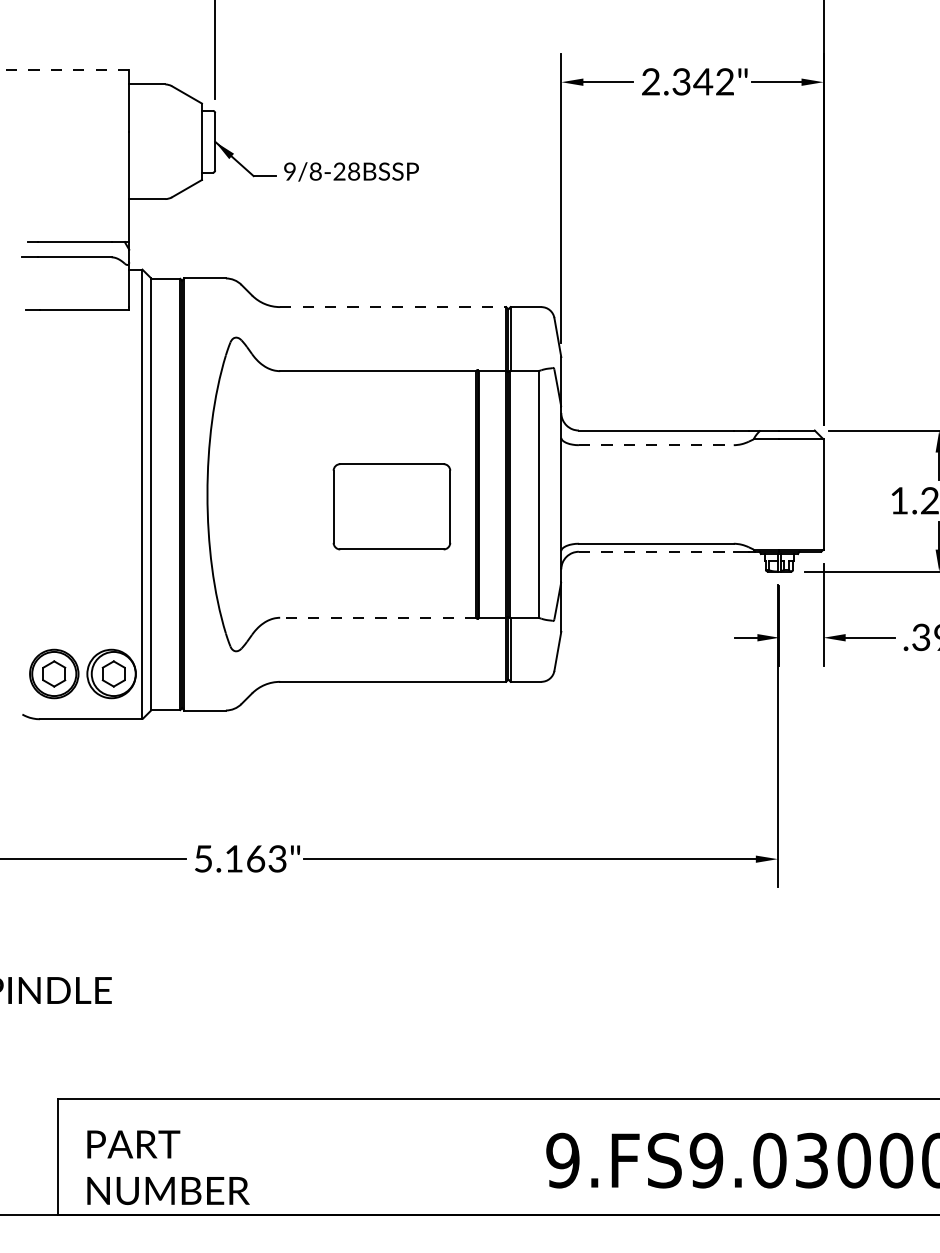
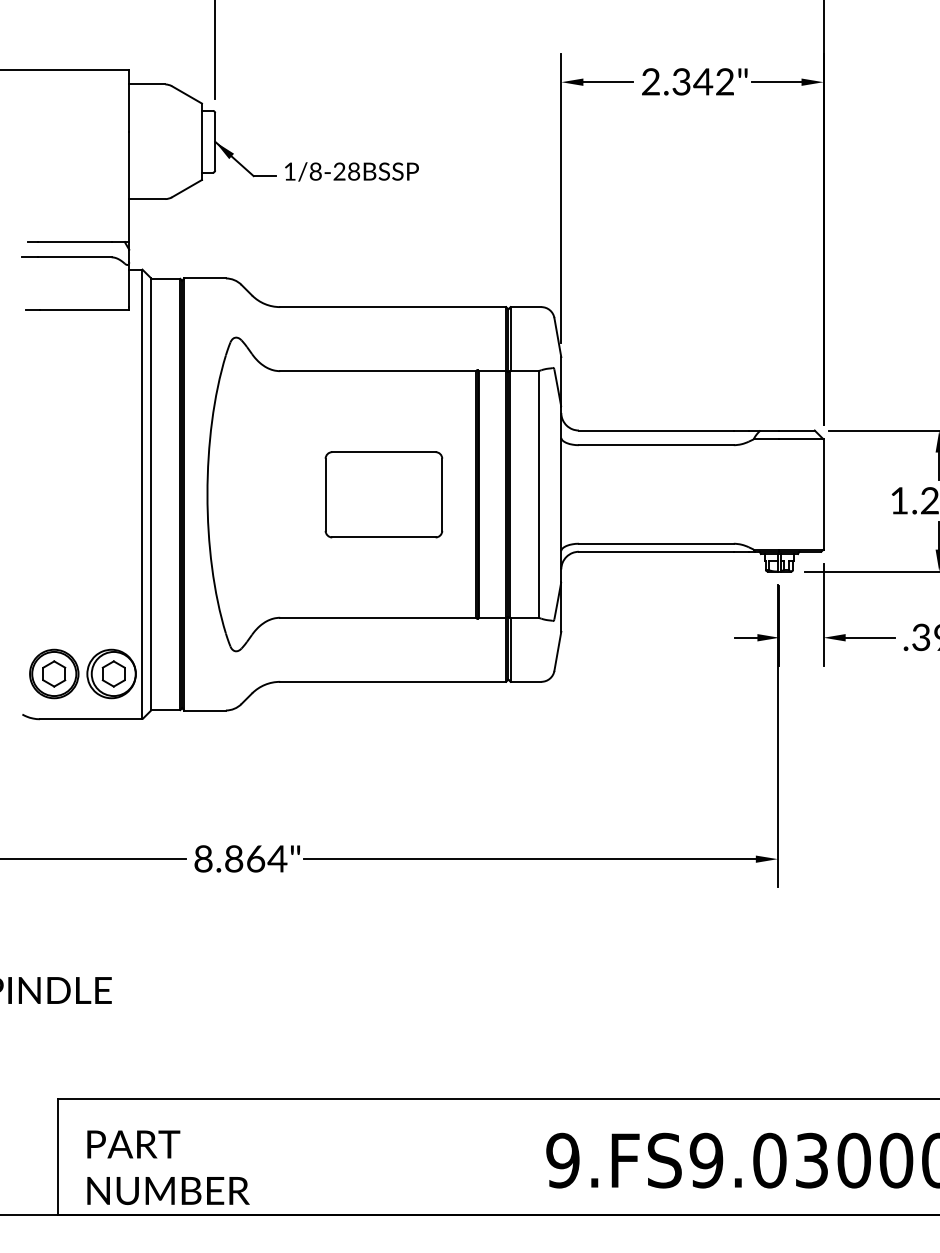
line at (64, 70): dashed -> solid
text at (289, 171): 9/8-28 -> 1/8-28
line at (393, 307): dashed -> solid
line at (656, 445): dashed -> solid
part at (391, 506) position: (391, 506) -> (383, 494)
line at (656, 551): dashed -> solid
line at (377, 617): dashed -> solid
text at (240, 858): 5.163" -> 8.864"
